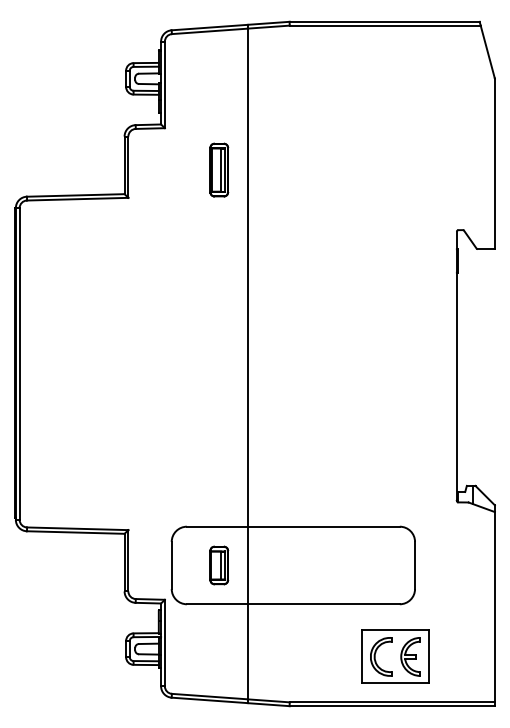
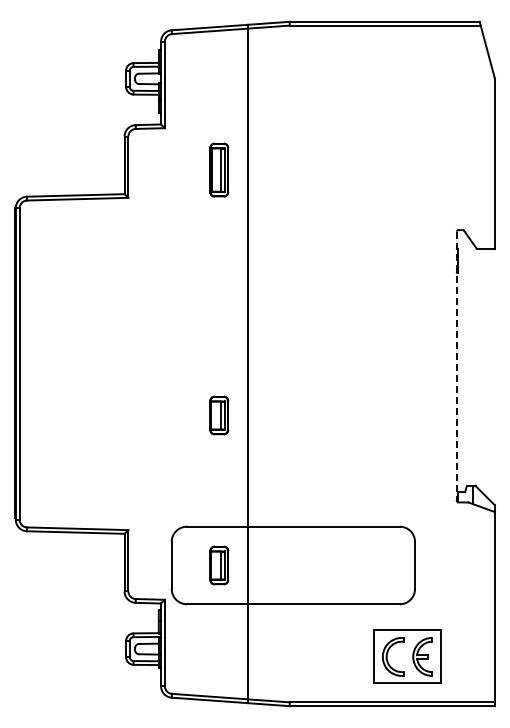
line at (456, 366): solid -> dashed
part at (219, 415): none -> present
part at (395, 656) position: (395, 656) -> (407, 656)
